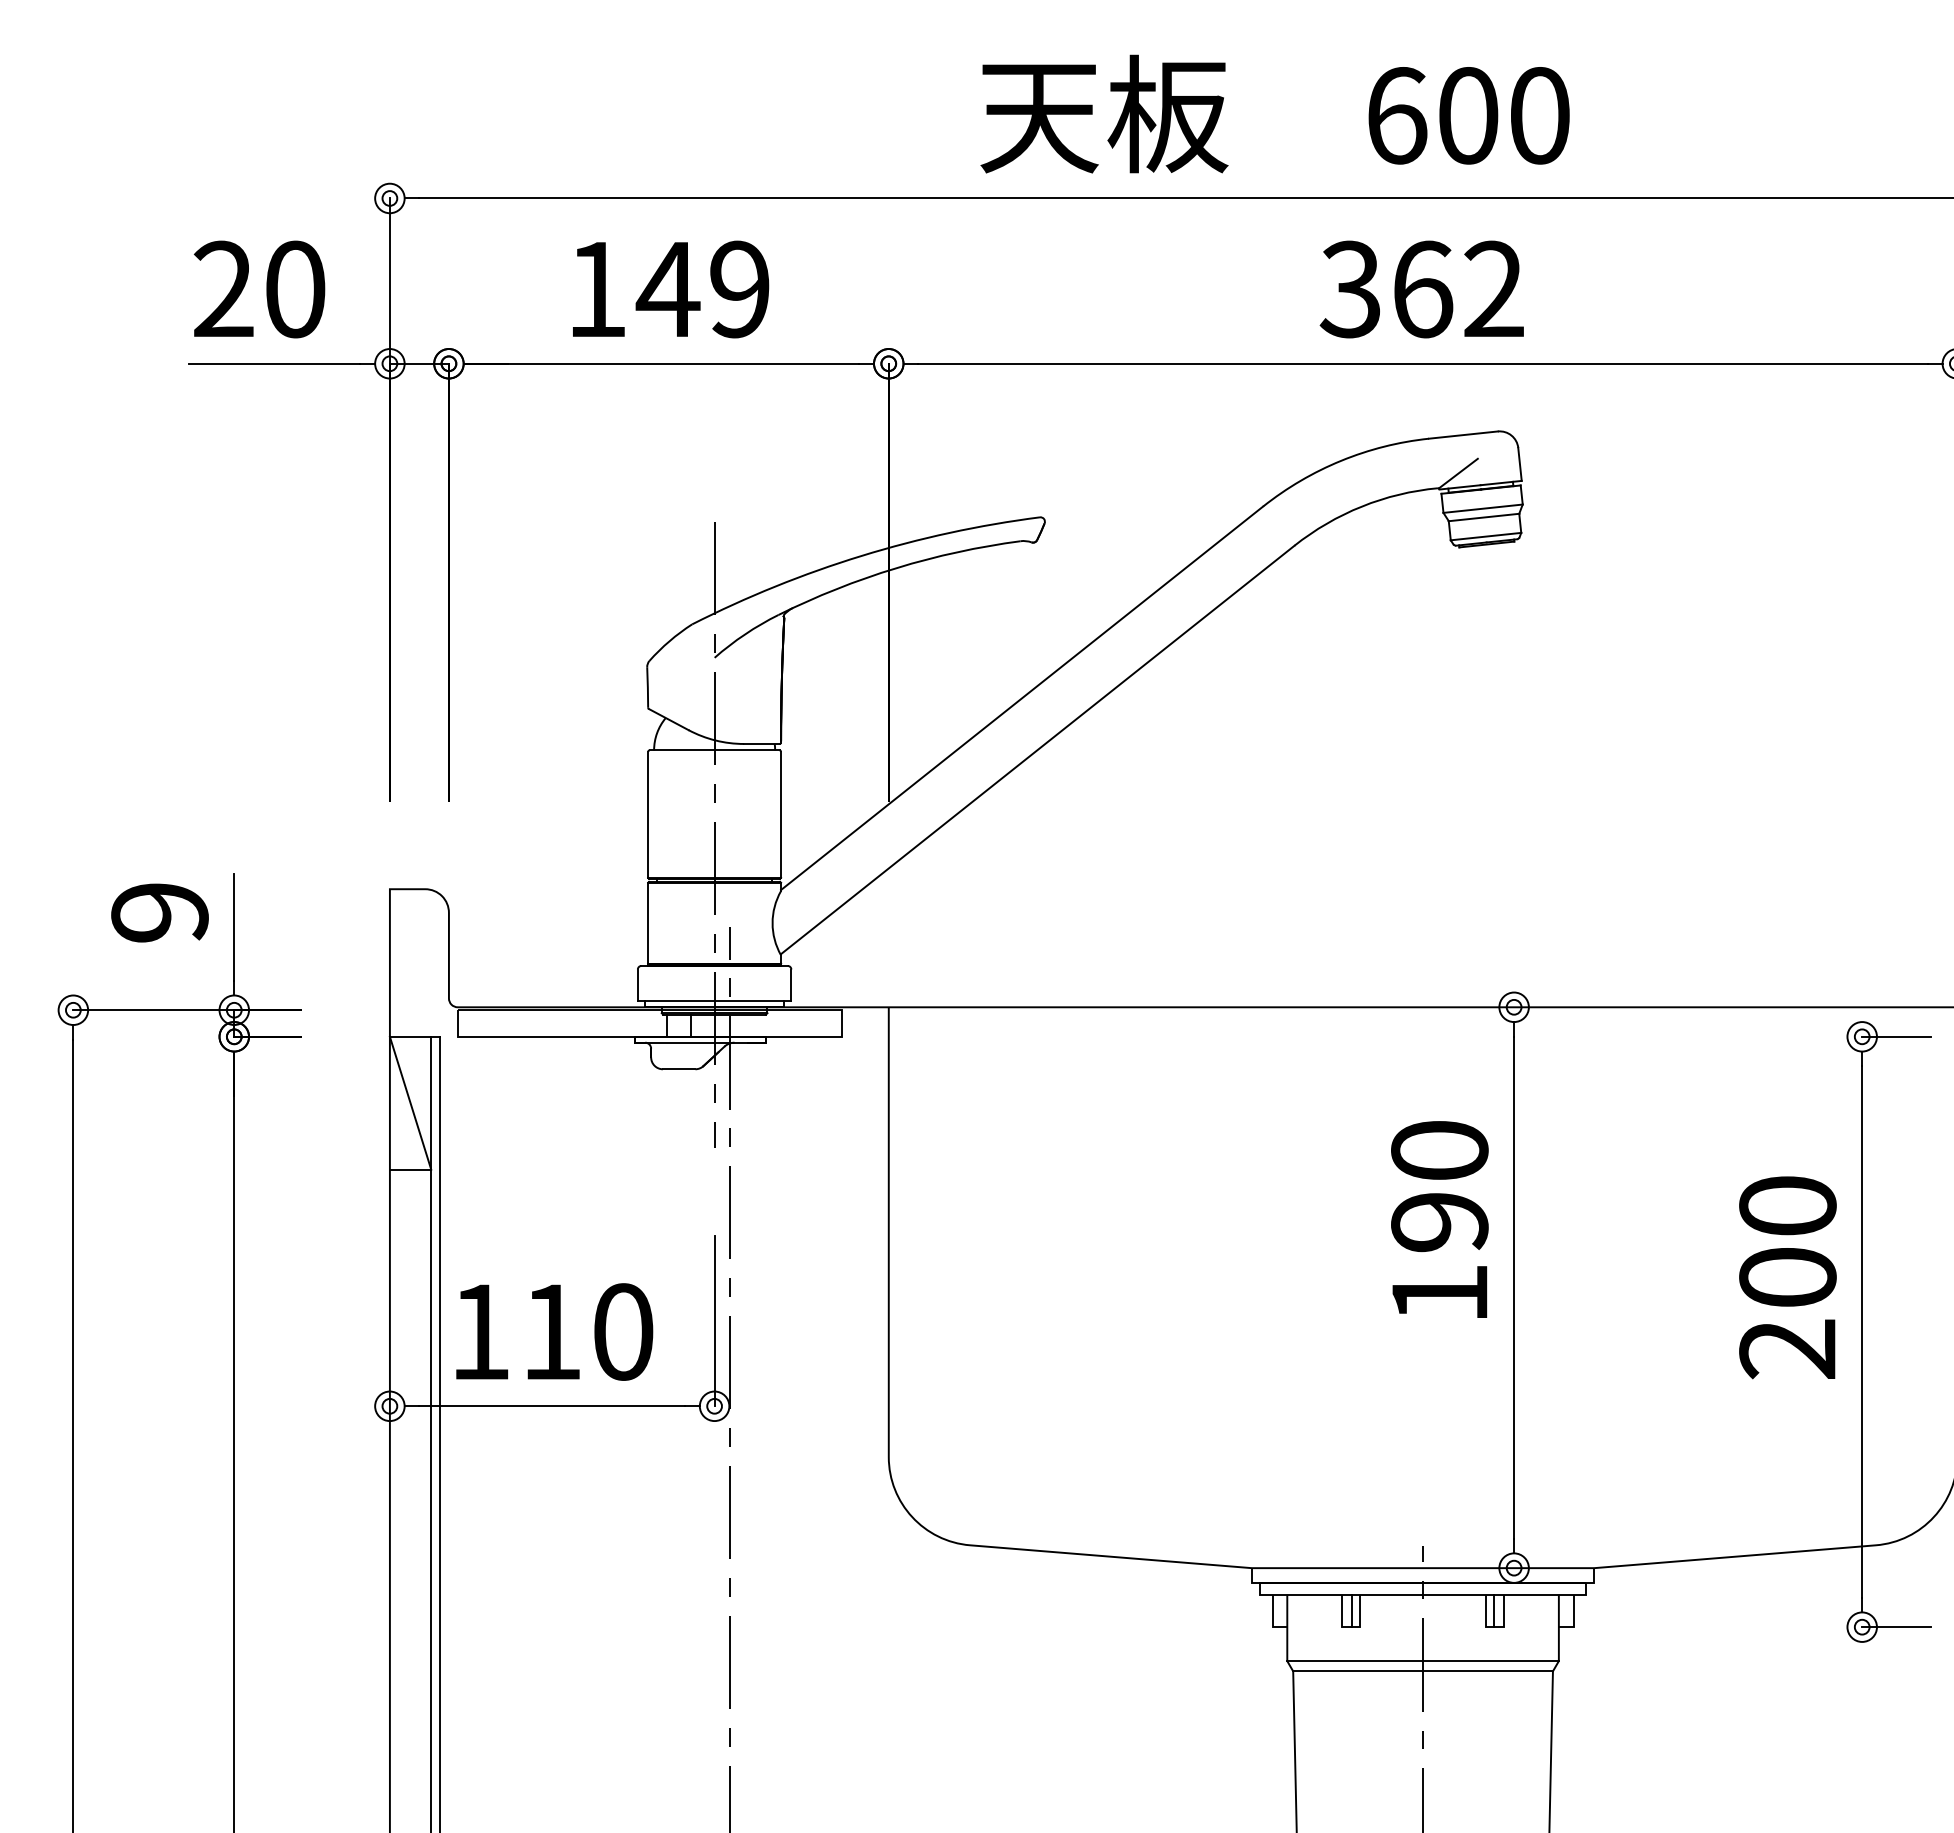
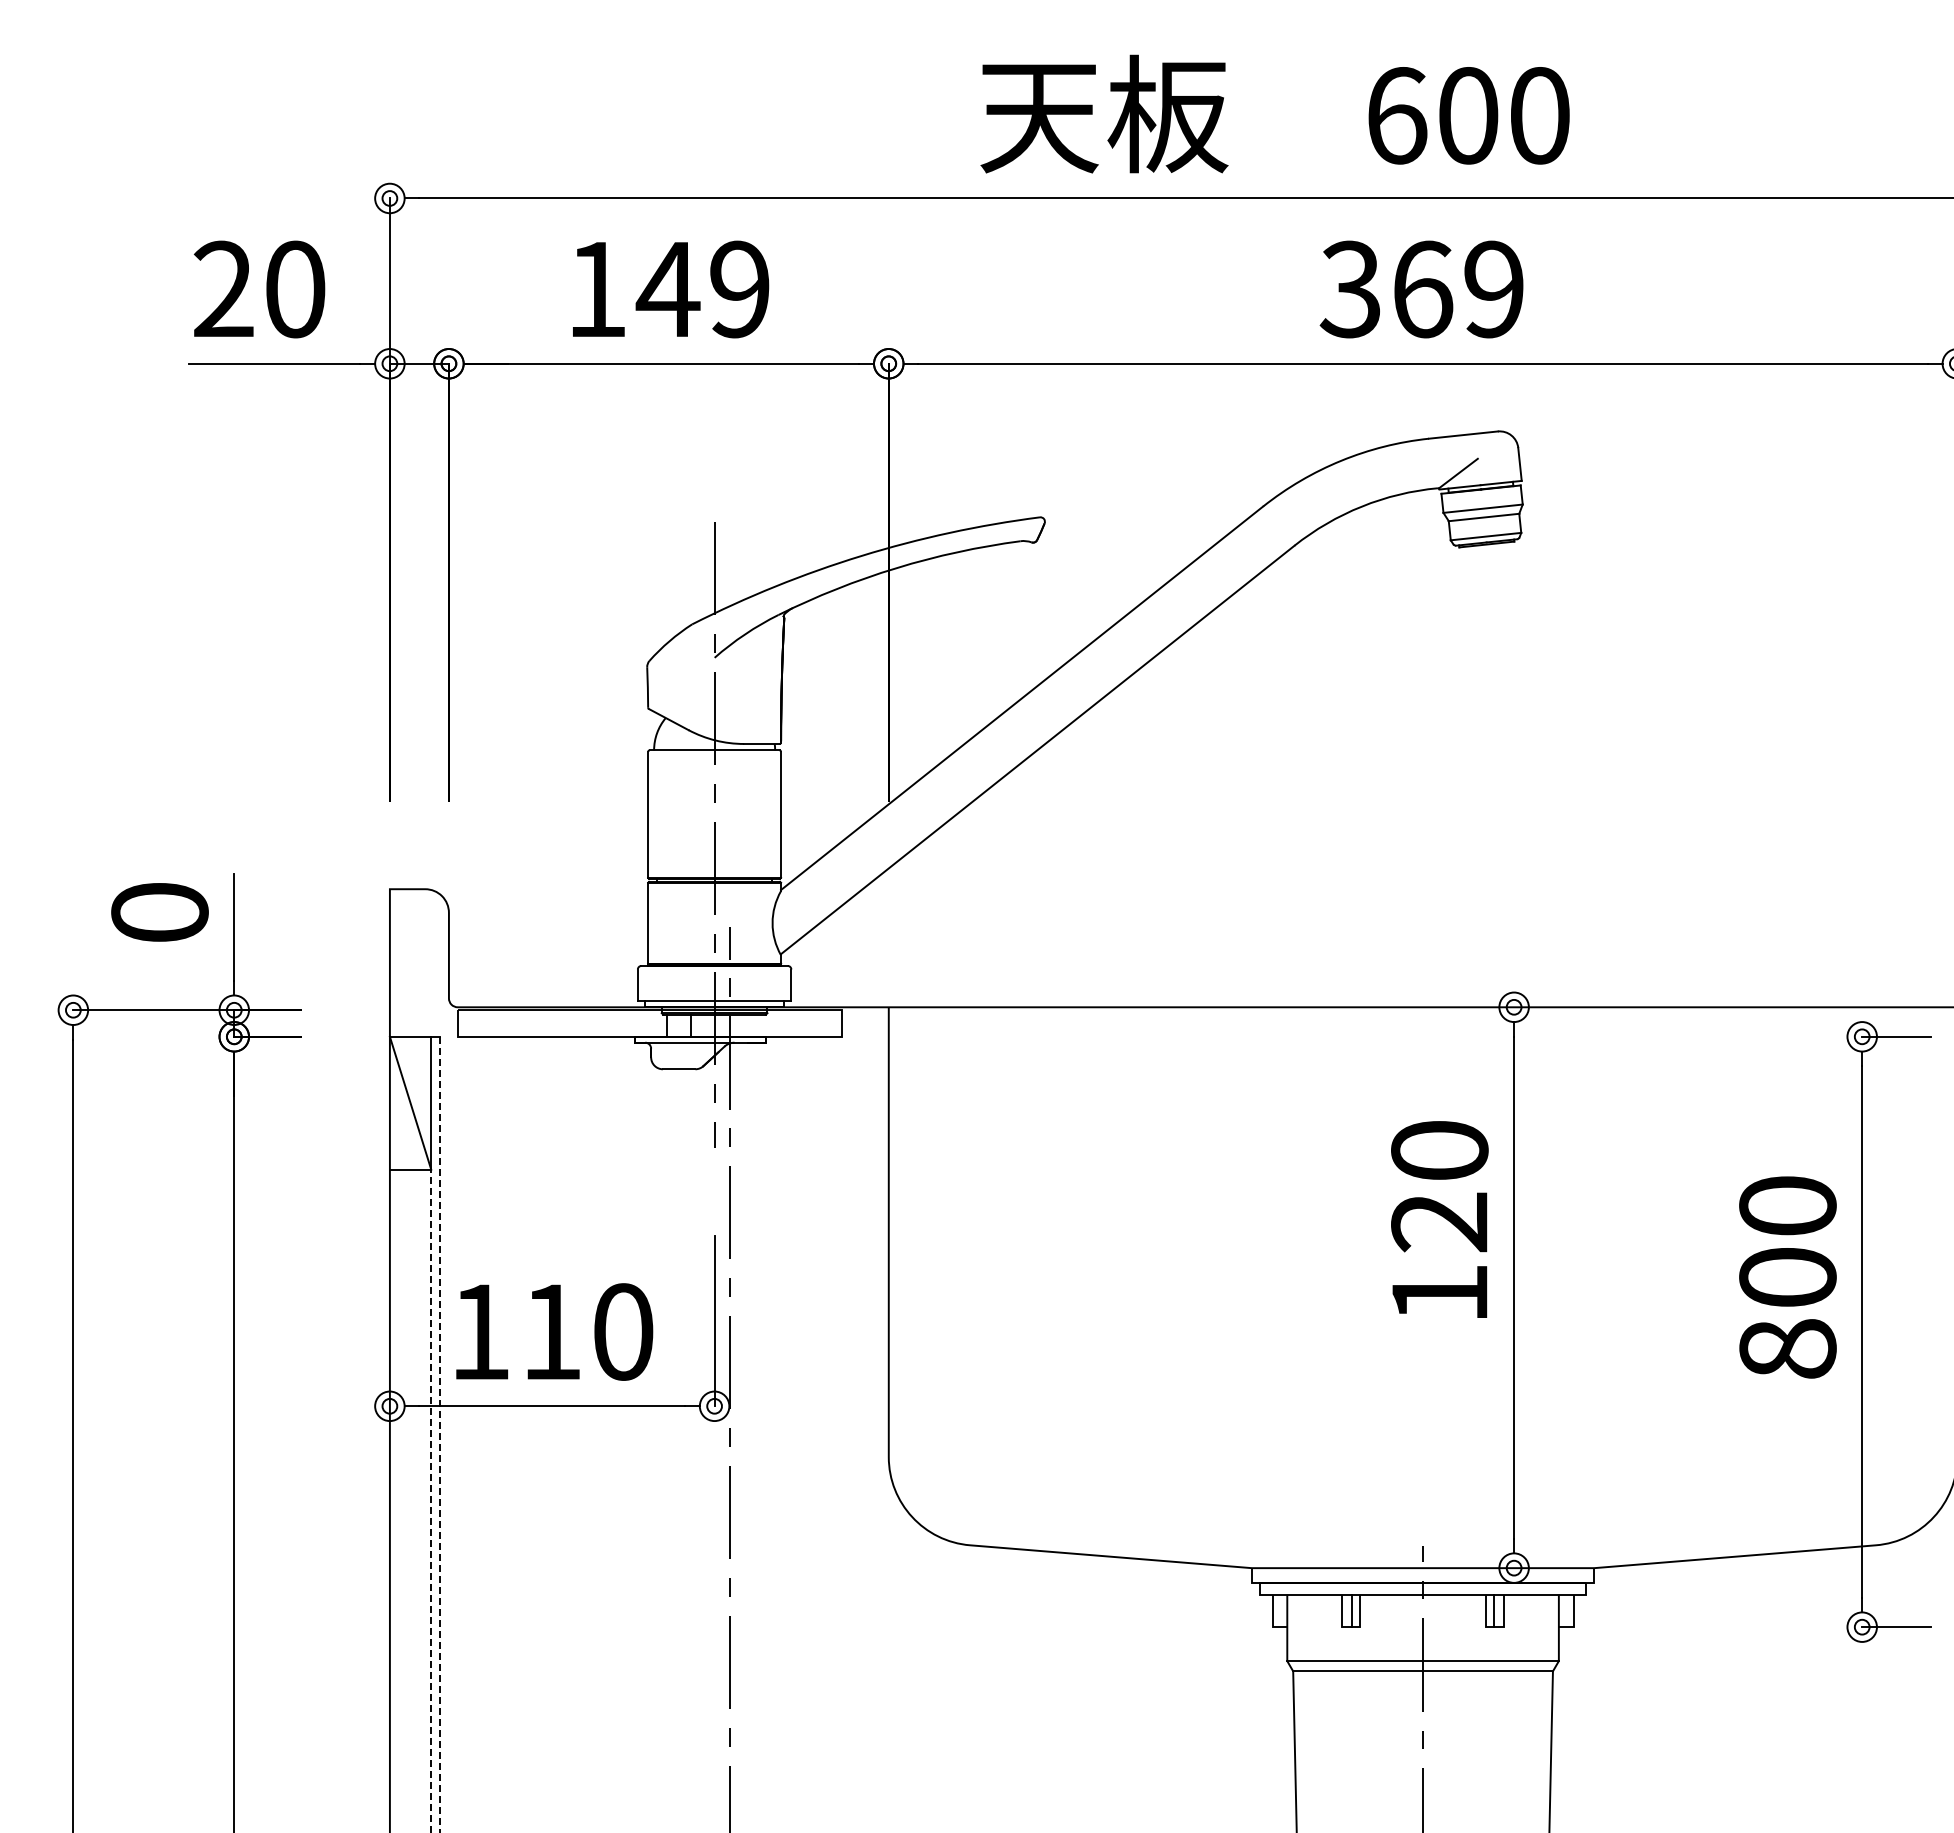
text at (1493, 289): 362 -> 369
text at (159, 912): 9 -> 0
text at (1439, 1222): 190 -> 120
text at (1787, 1349): 200 -> 800
line at (440, 1434): solid -> dashed
line at (431, 1500): solid -> dashed
